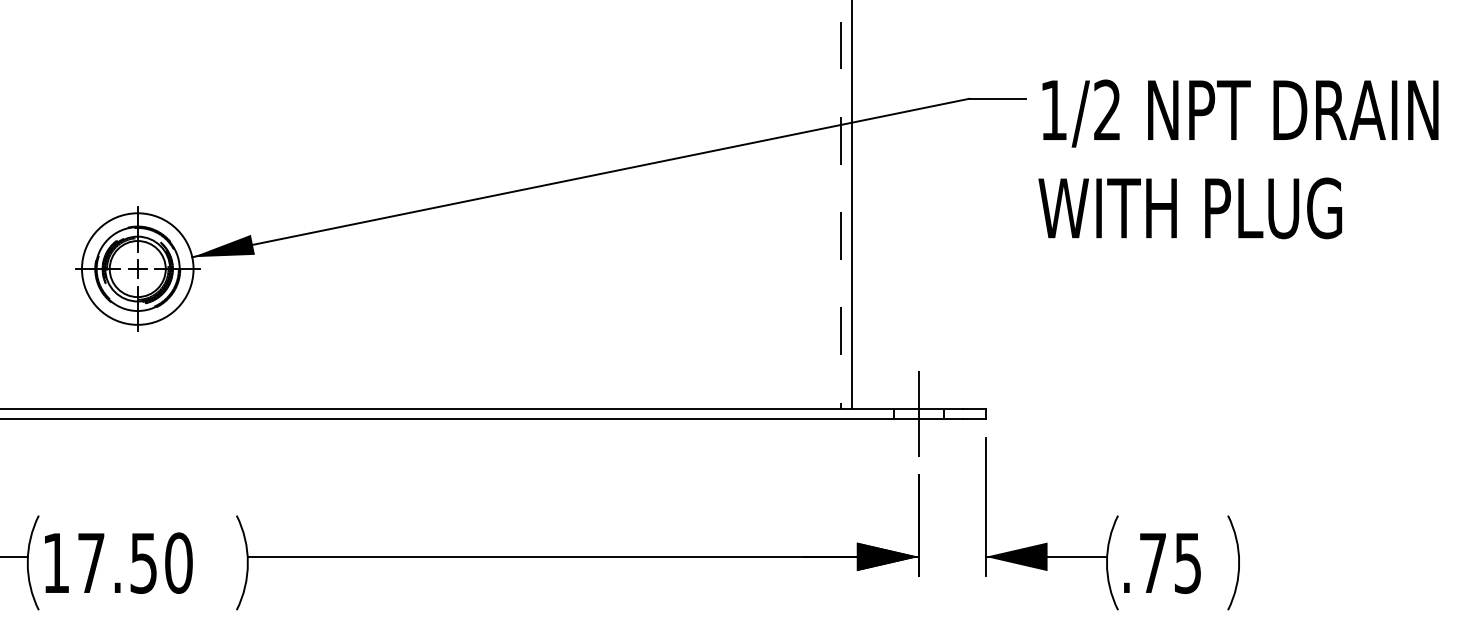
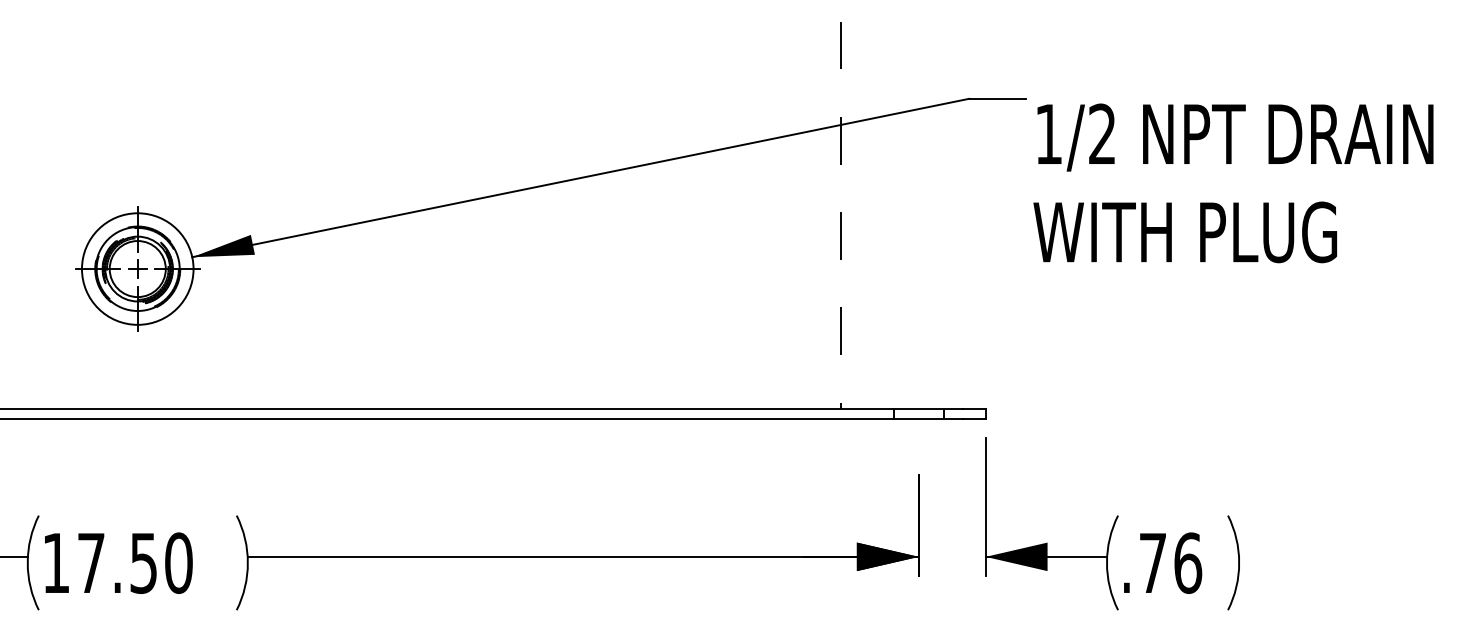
text at (1238, 159) position: (1238, 159) -> (1233, 183)
line at (851, 205): present -> none
line at (918, 413): present -> none
text at (1188, 562): .75 -> .76
